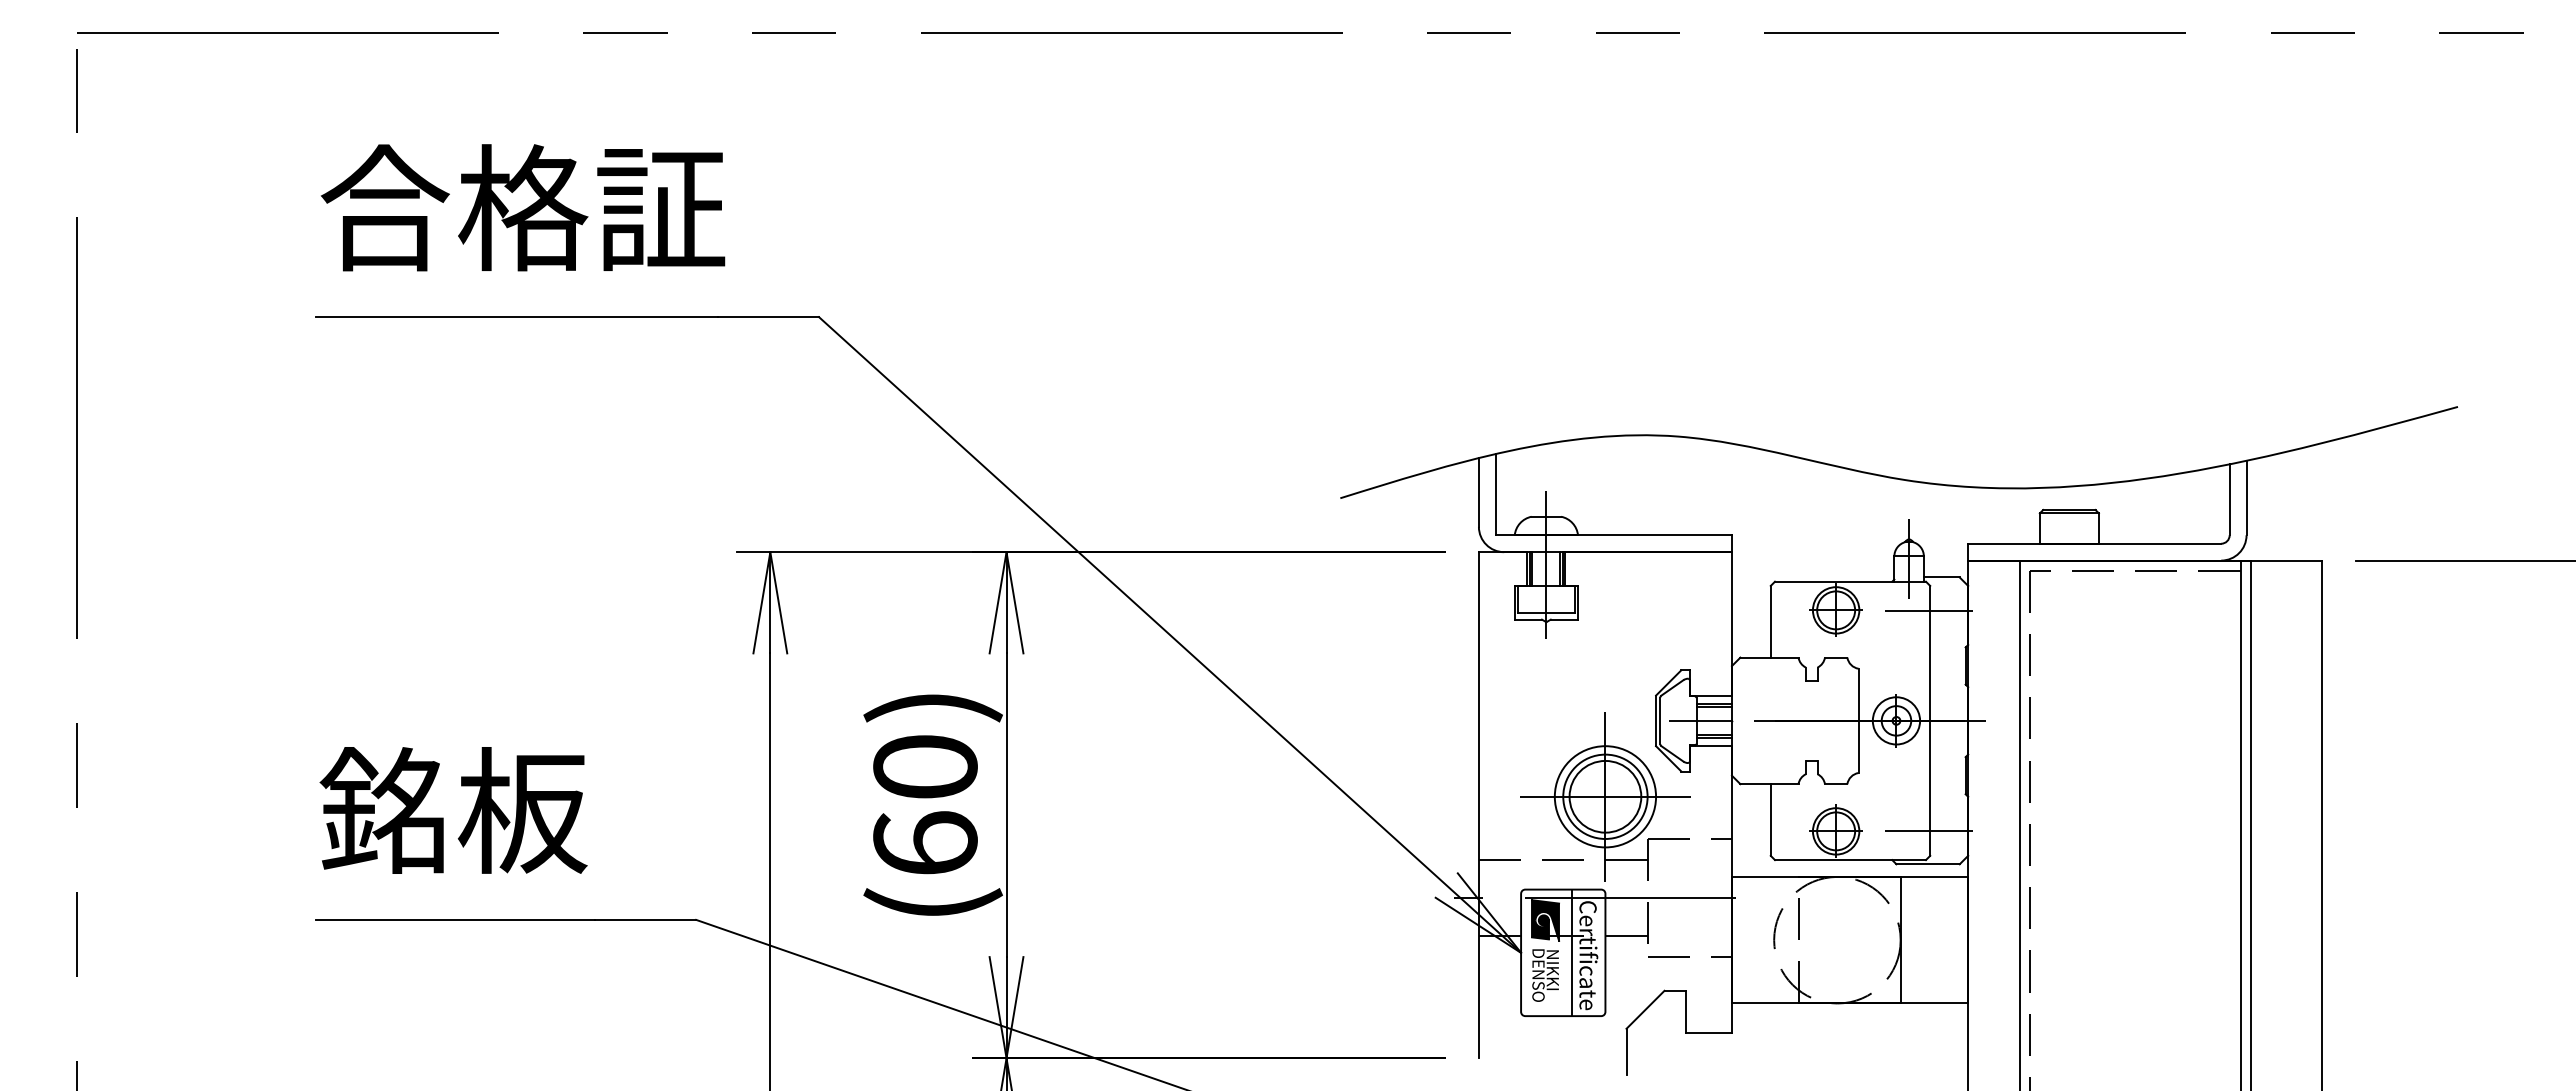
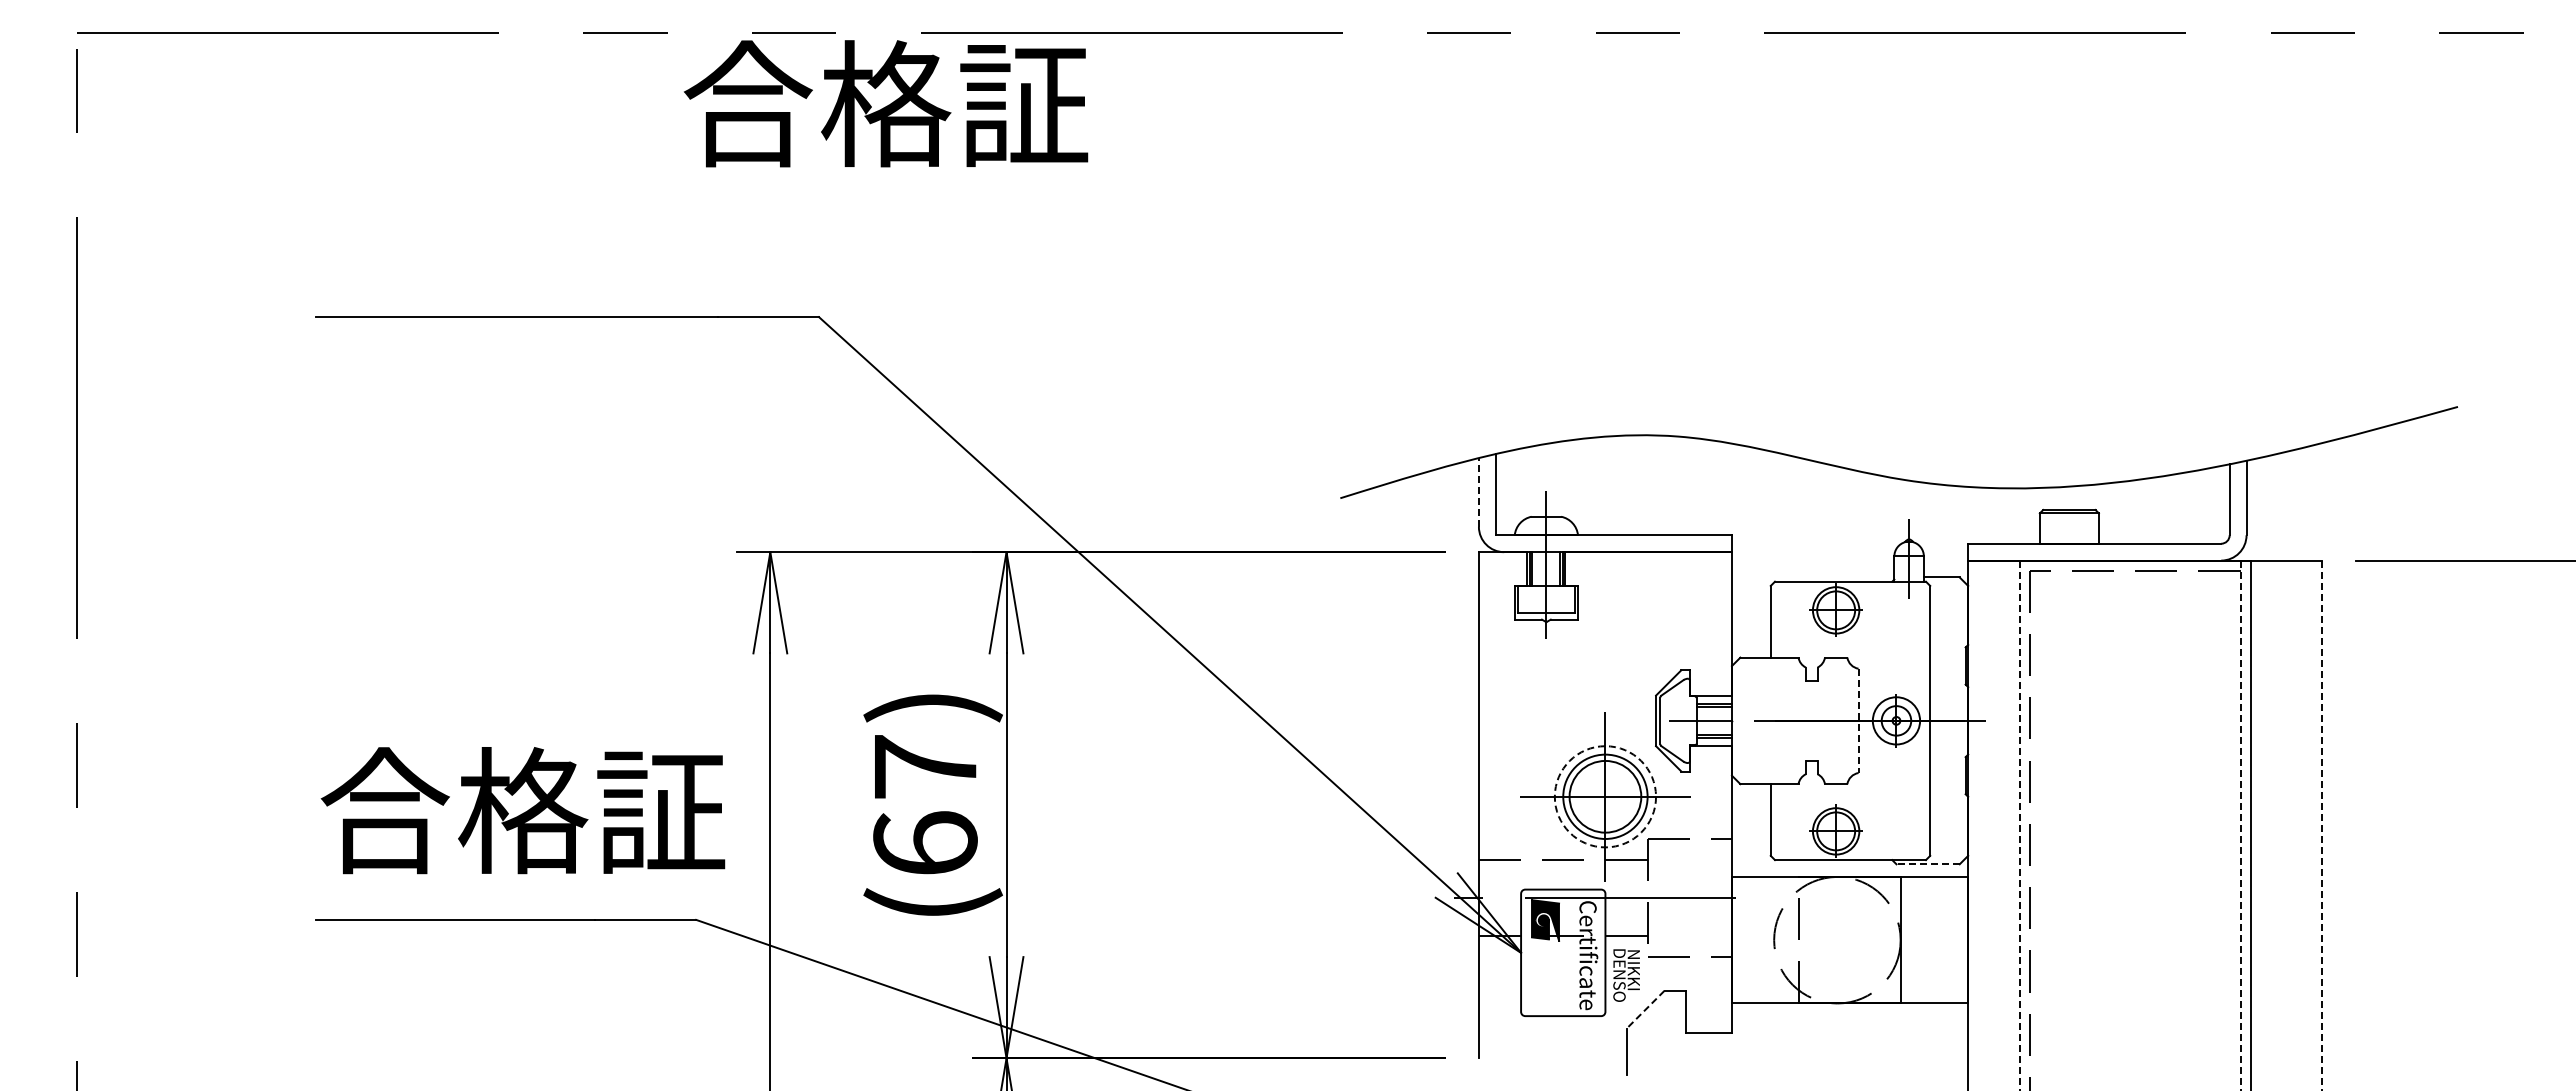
text at (522, 207) position: (522, 207) -> (885, 103)
line at (1478, 491): solid -> dashed
line at (1929, 611): present -> none
line at (1858, 721): solid -> dashed
text at (925, 766): (60) -> (67)
circle at (1605, 796): solid -> dashed
text at (522, 810): 銘板 -> 合格証
line at (2019, 825): solid -> dashed
line at (2240, 825): solid -> dashed
line at (2322, 825): solid -> dashed
line at (1929, 830): present -> none
line at (1928, 864): solid -> dashed
line at (1571, 952): present -> none
text at (1545, 975) position: (1545, 975) -> (1626, 975)
line at (1645, 1009): solid -> dashed
